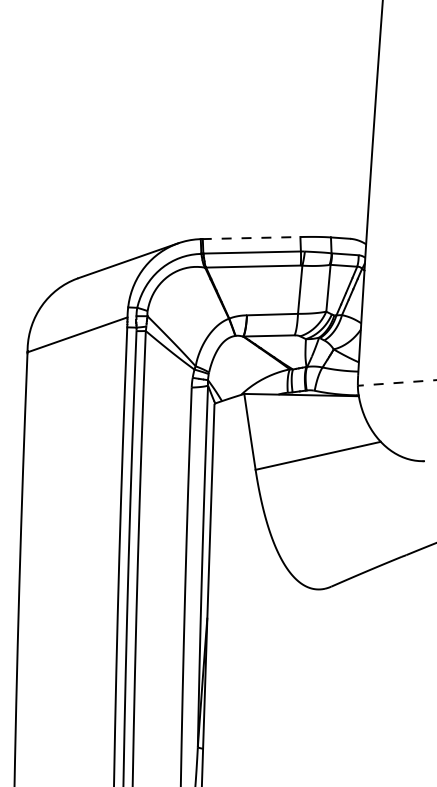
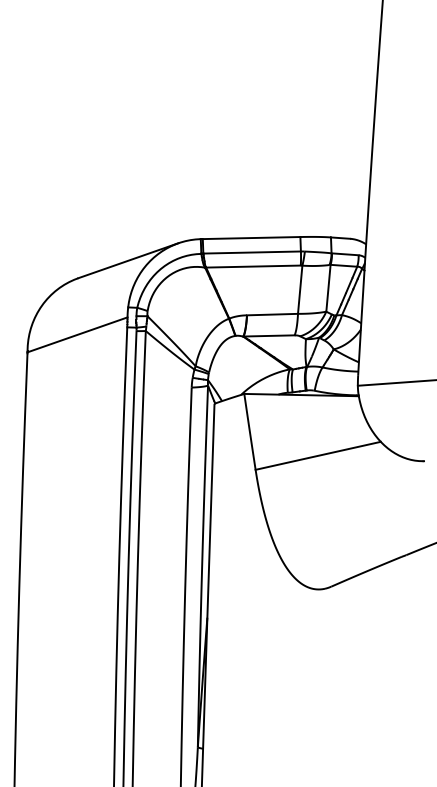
line at (251, 238): dashed -> solid
line at (396, 382): dashed -> solid
